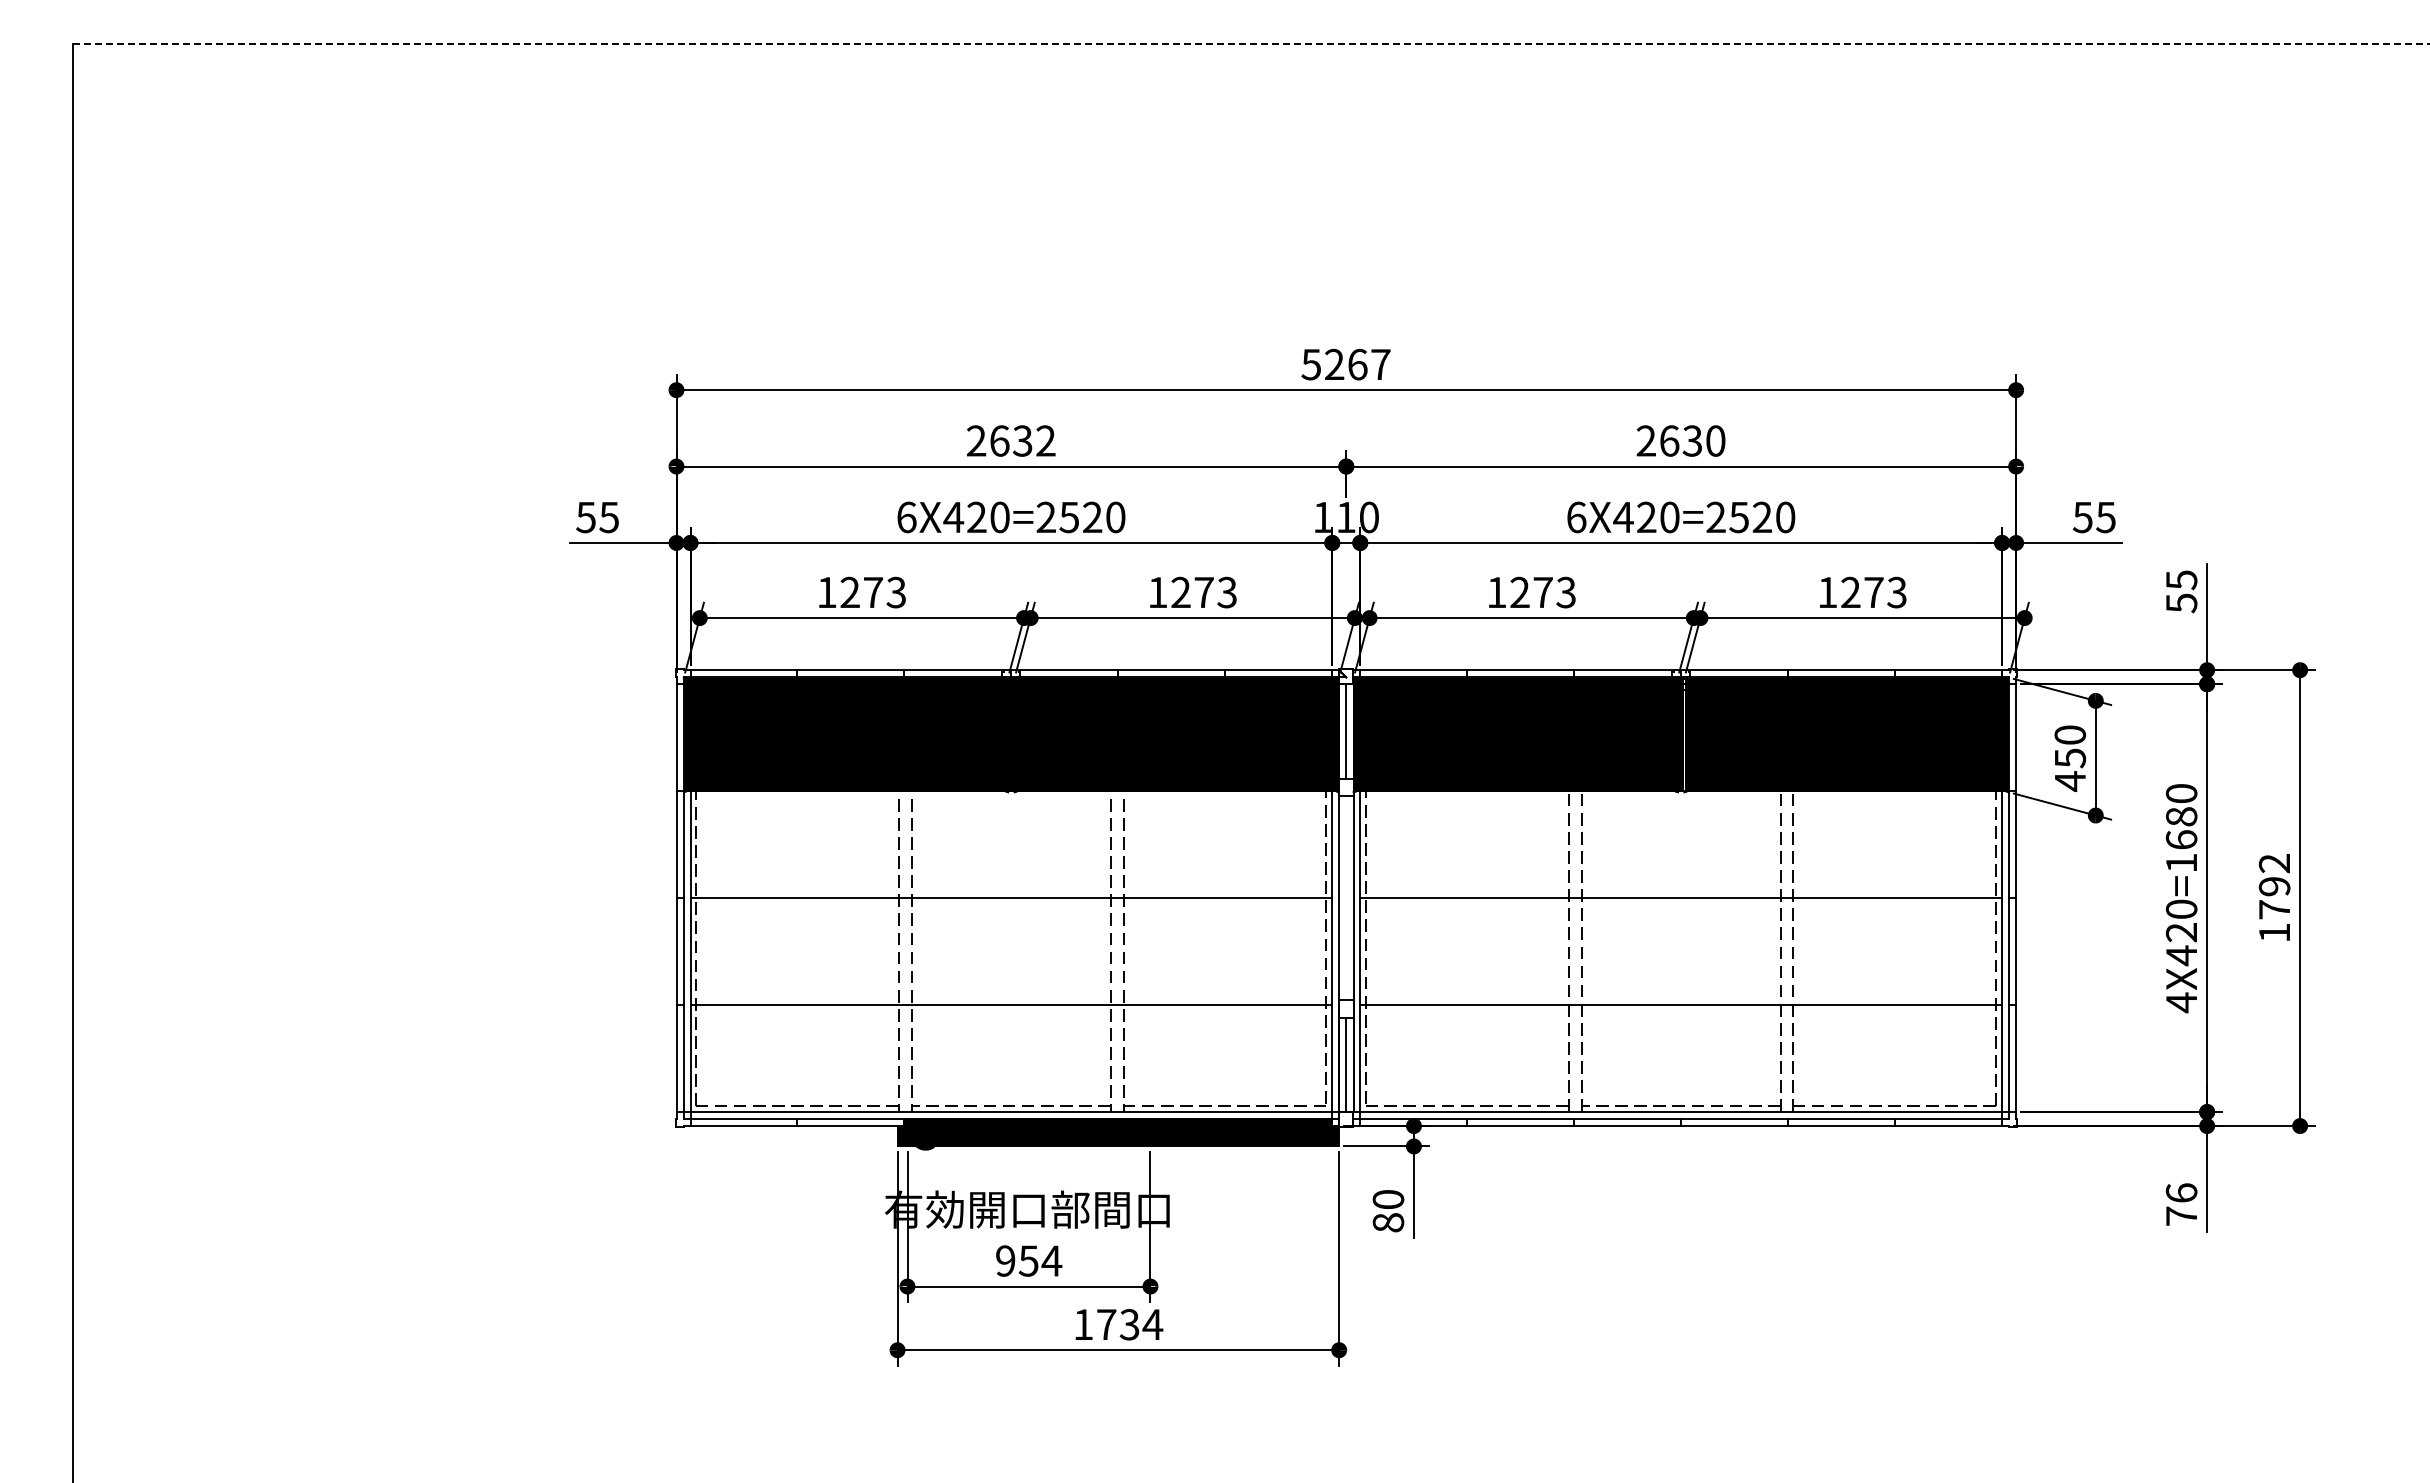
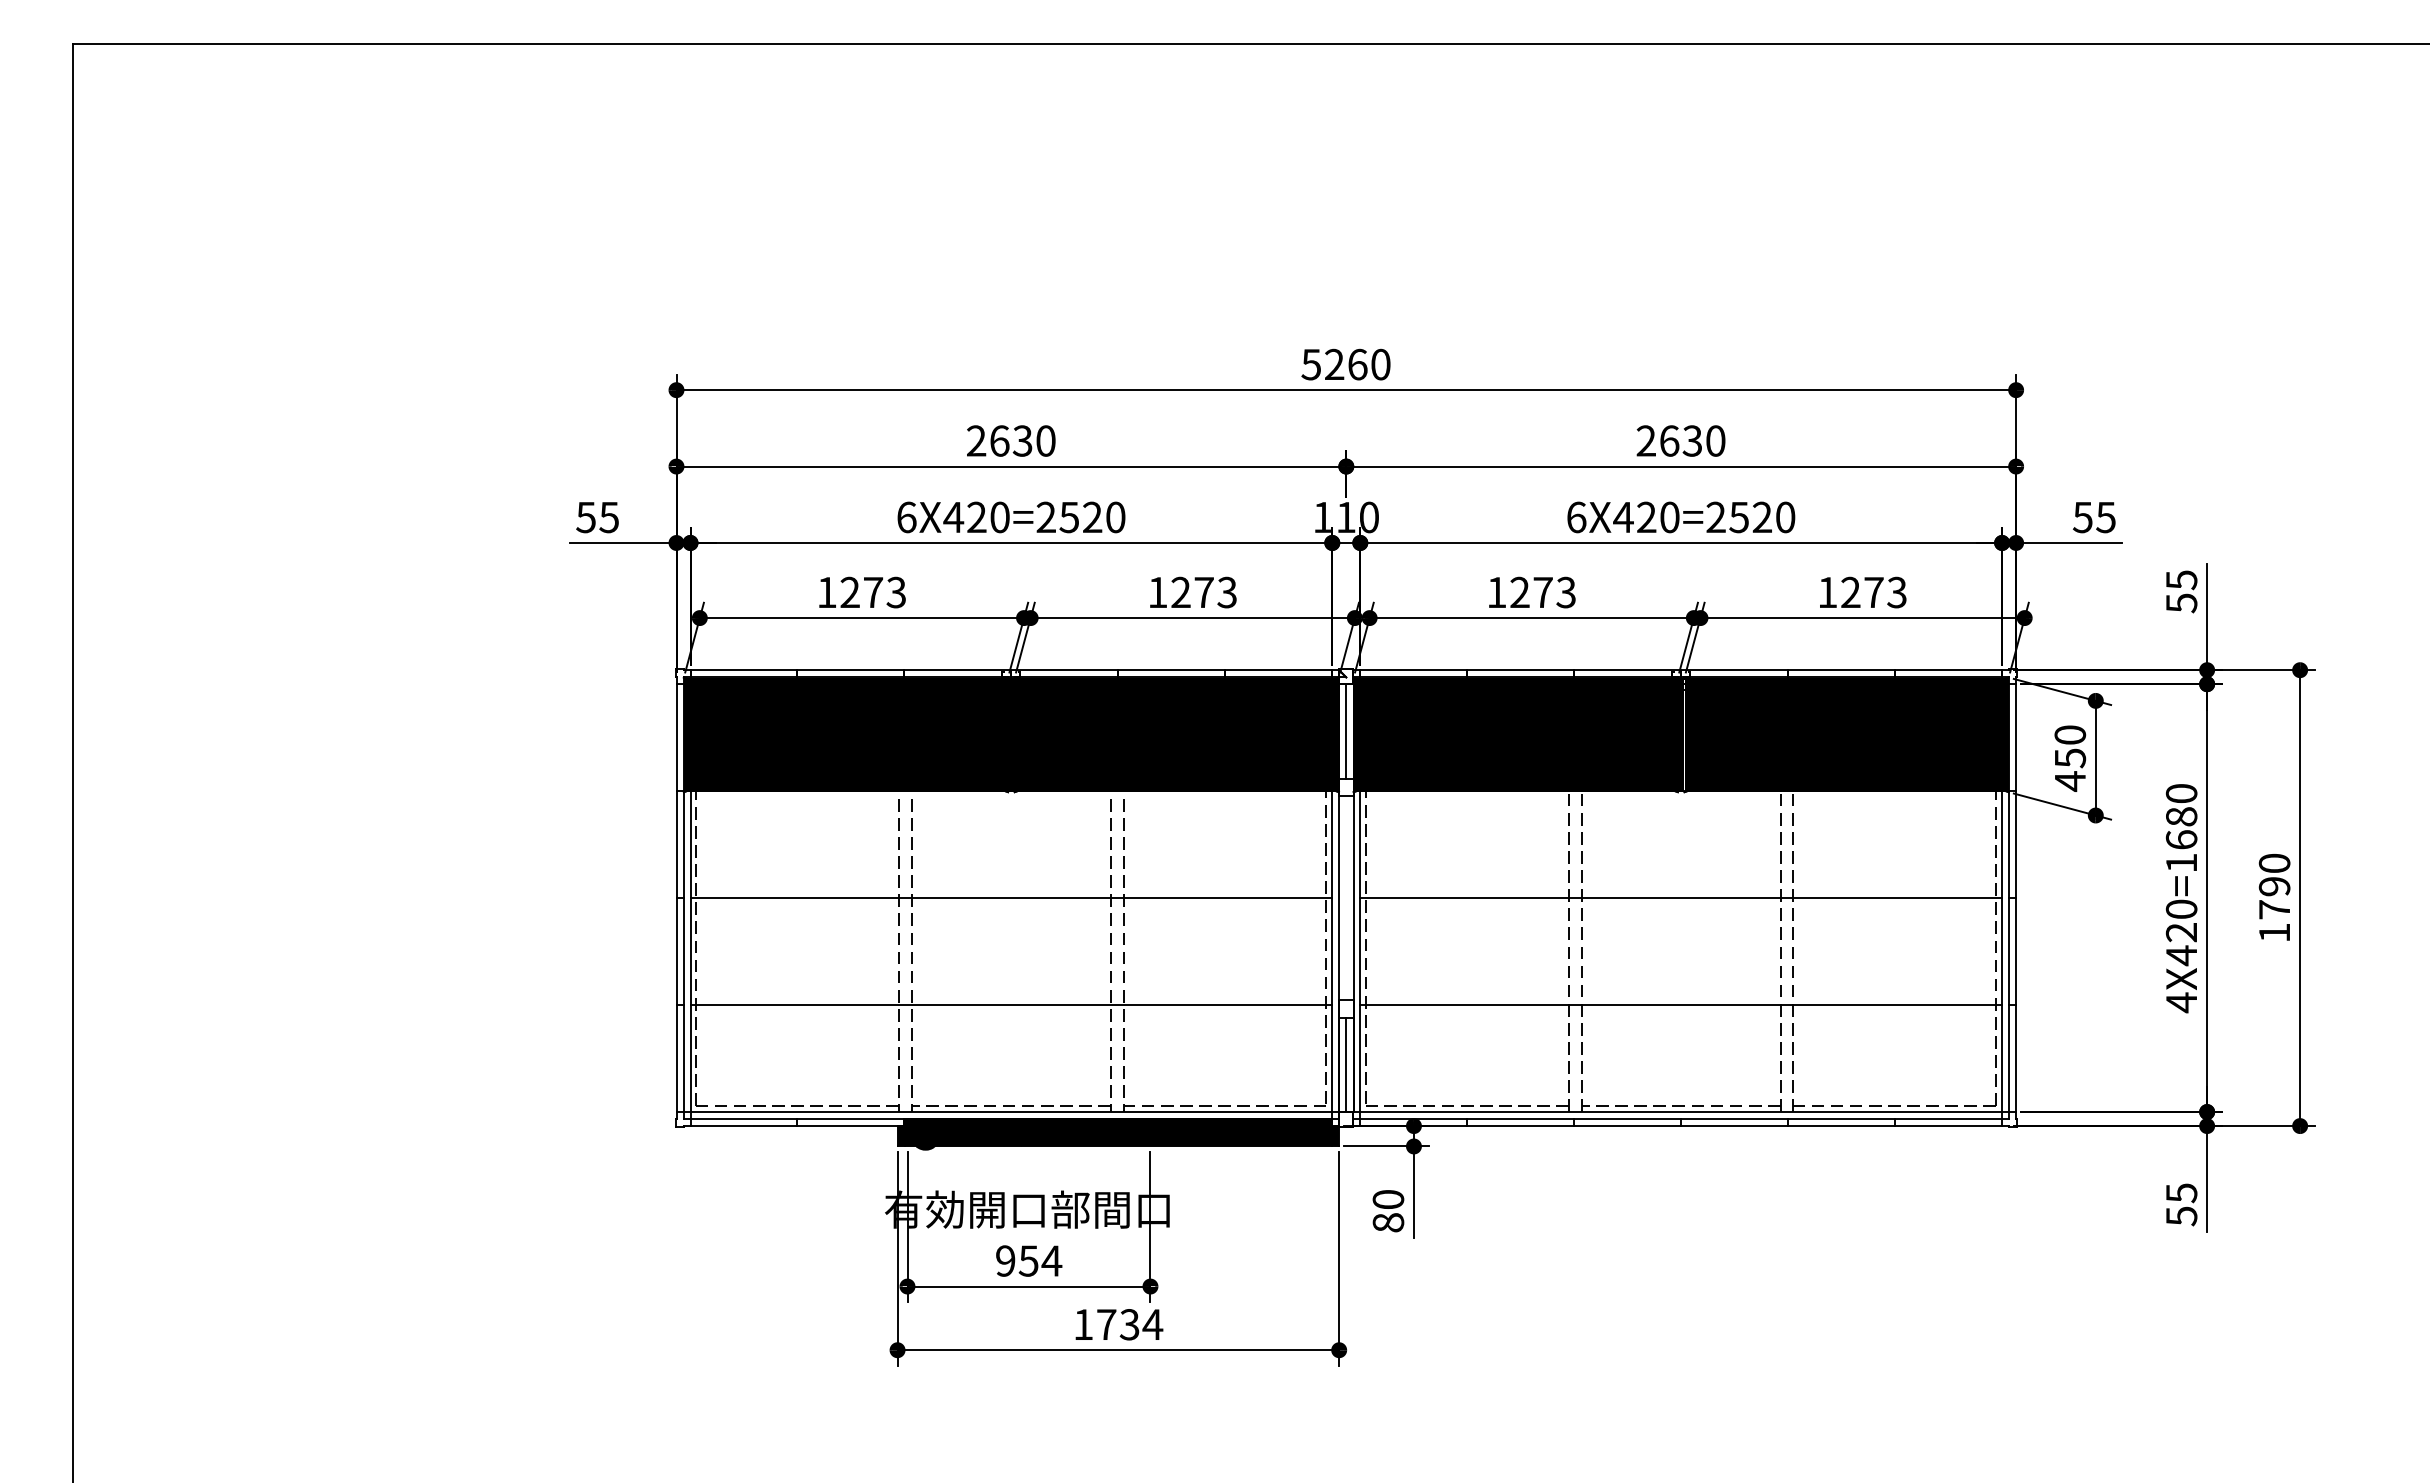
line at (1251, 44): dashed -> solid
text at (1380, 364): 5267 -> 5260
text at (1045, 440): 2632 -> 2630
text at (2274, 863): 1792 -> 1790
text at (2181, 1204): 76 -> 55
